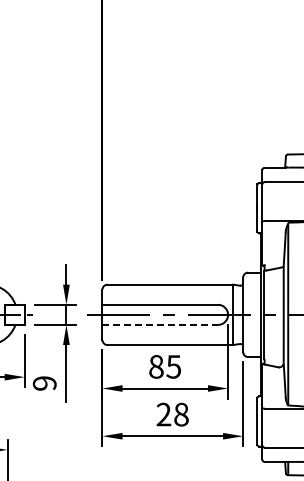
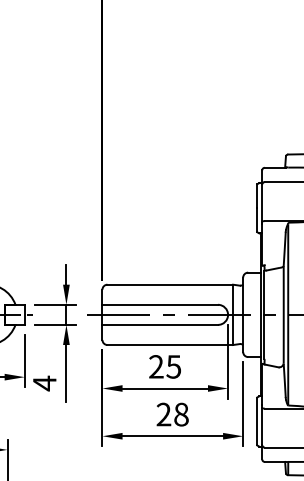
line at (160, 324): dashed -> solid
text at (156, 366): 85 -> 25
text at (44, 383): 9 -> 4
